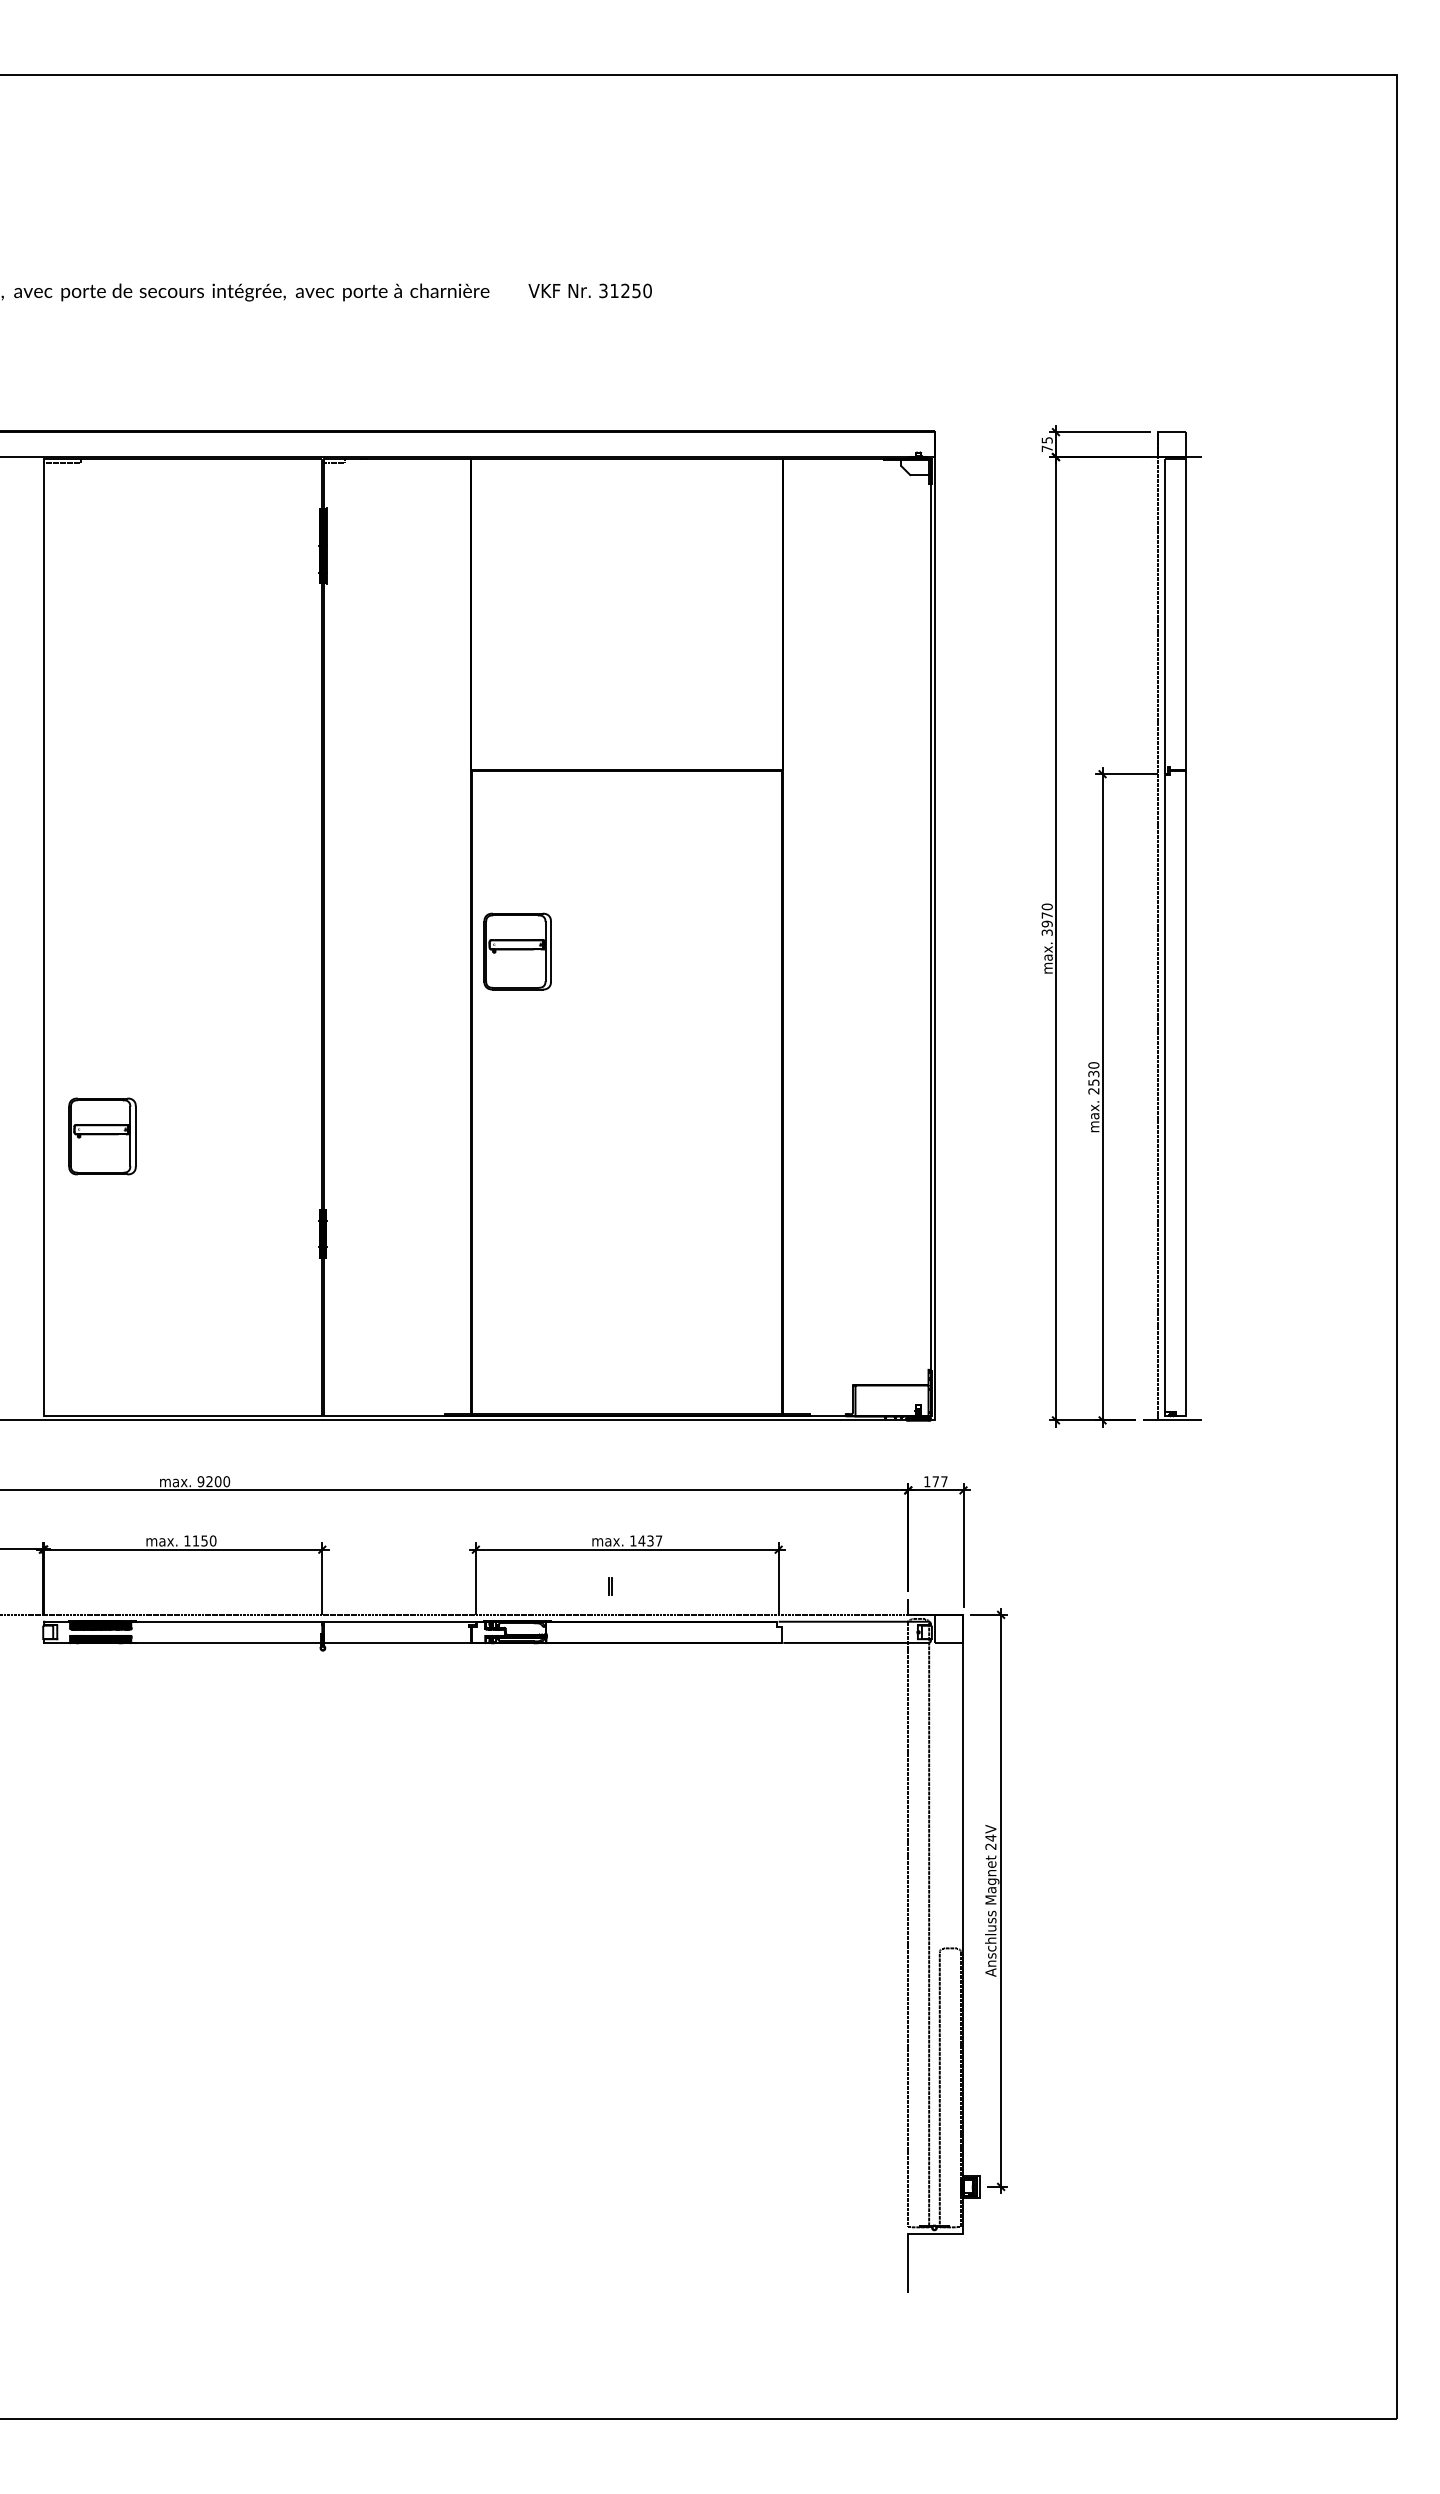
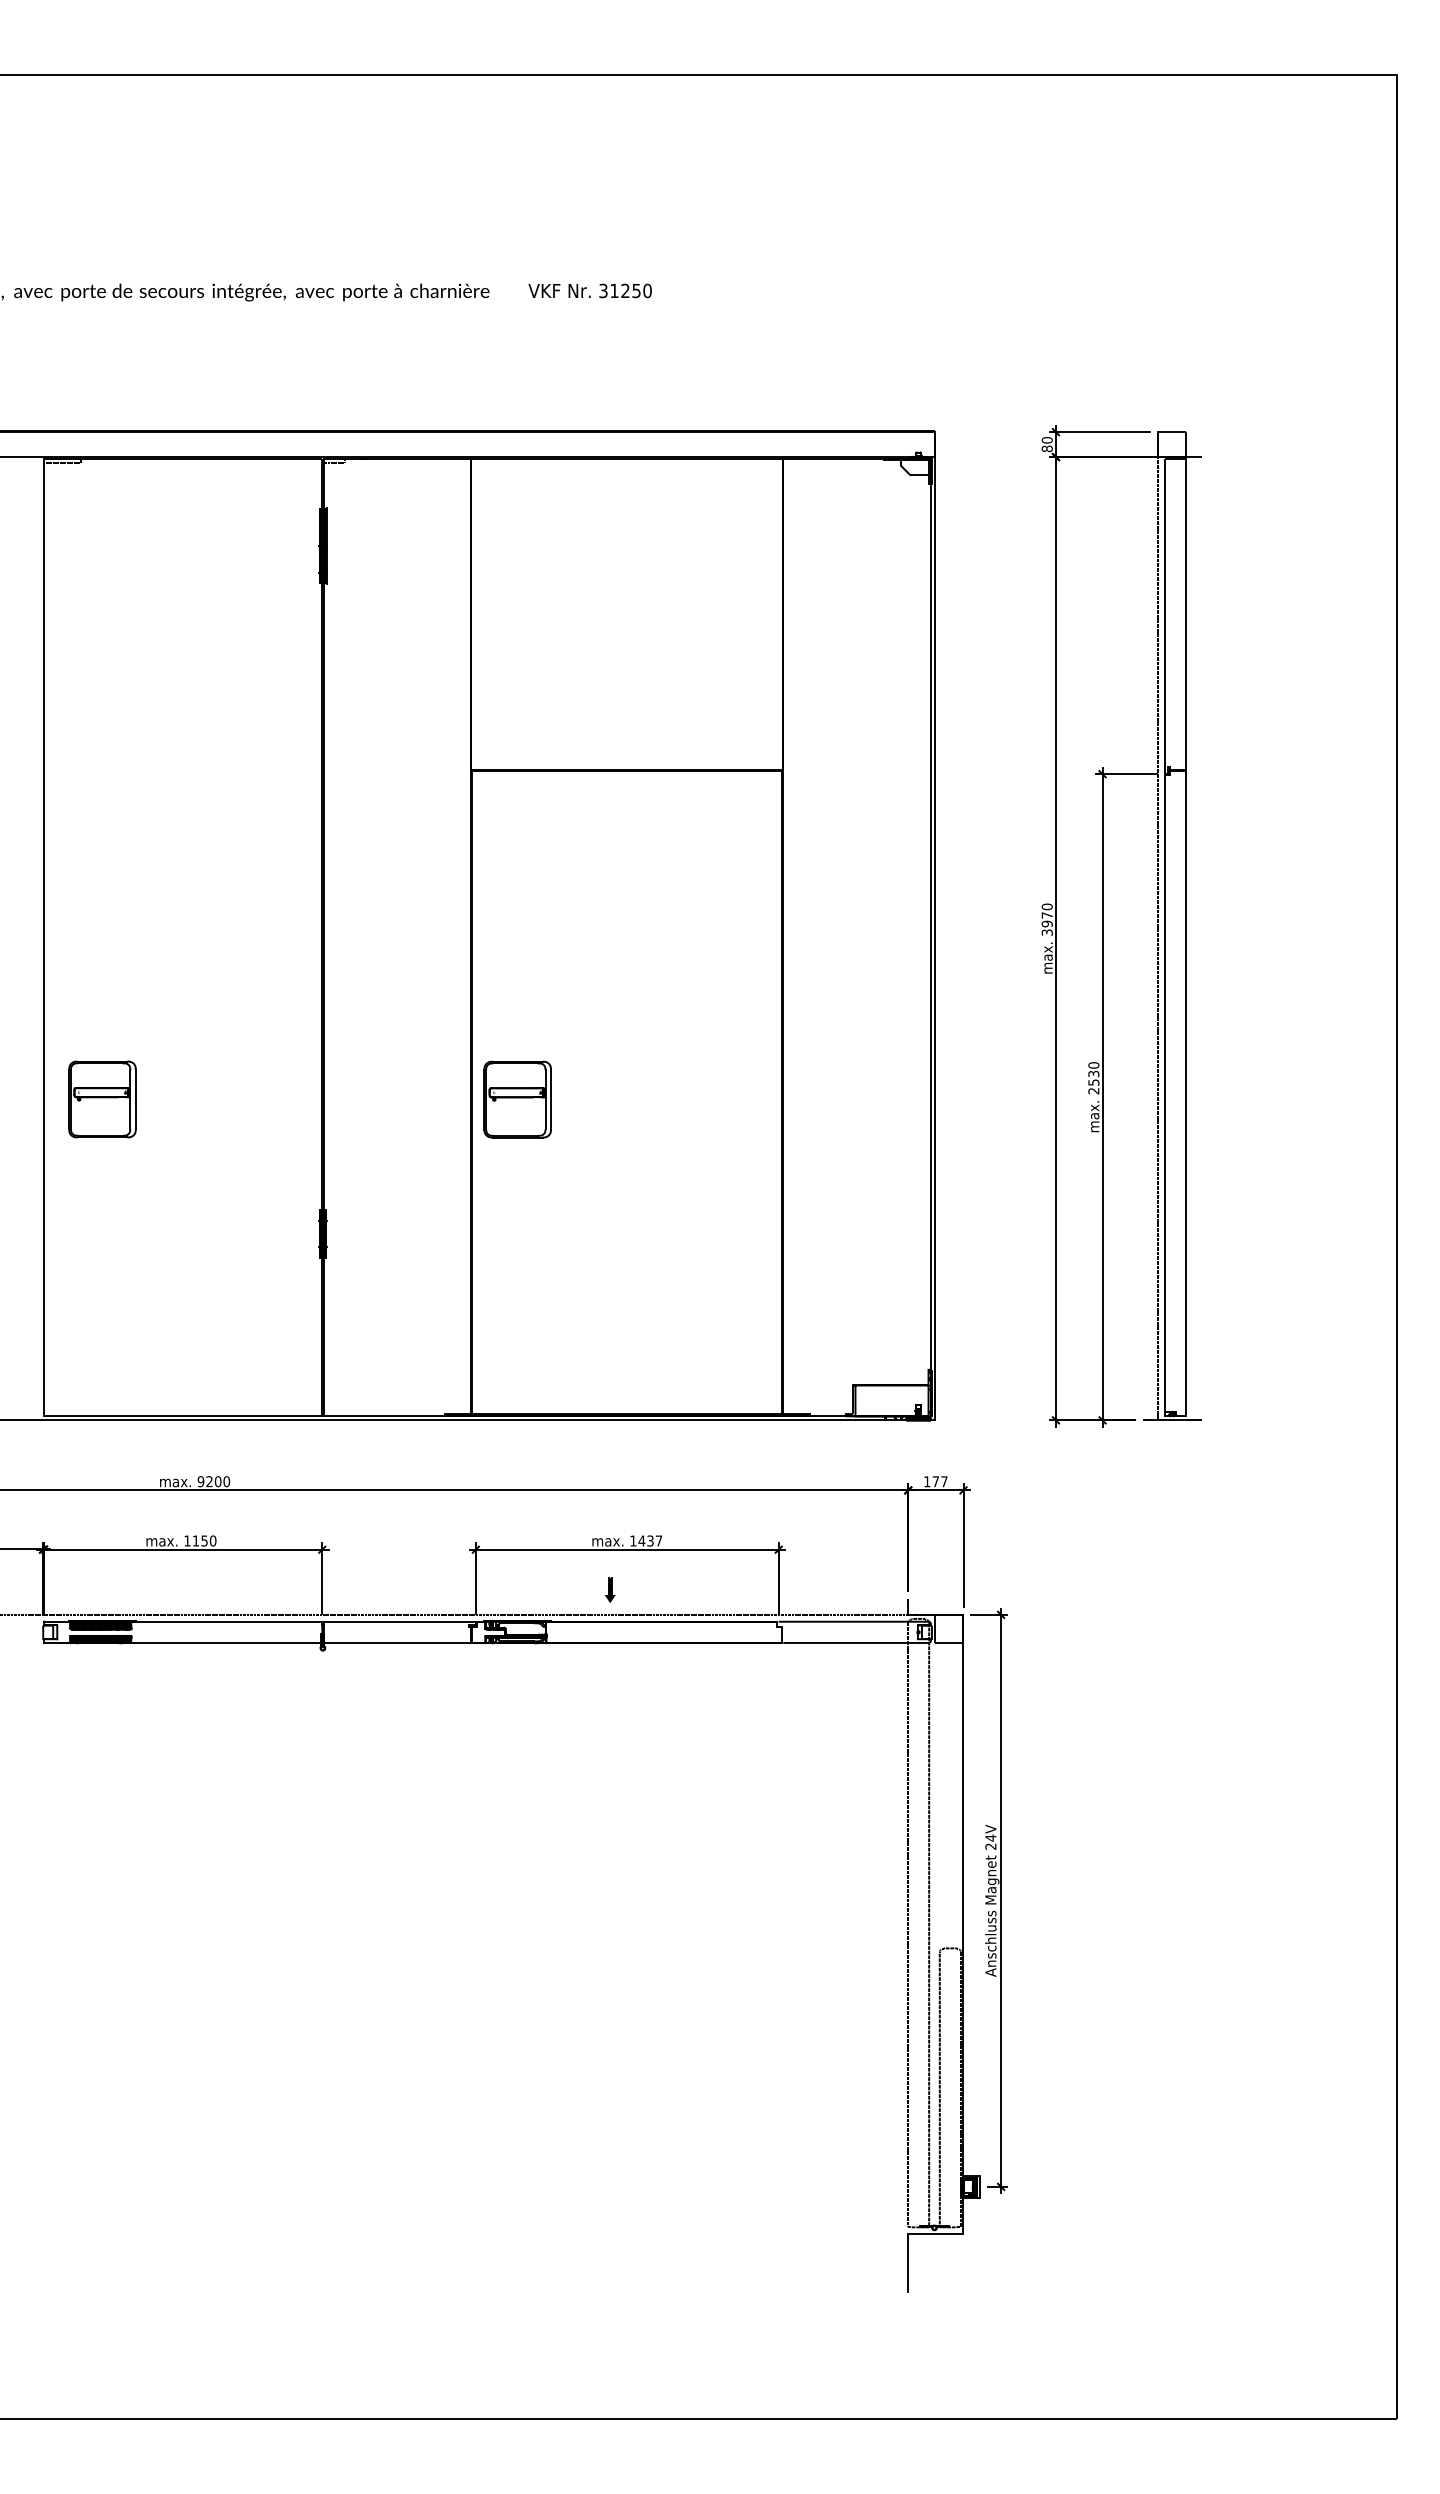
text at (1046, 444): 75 -> 80
part at (517, 951) position: (517, 951) -> (517, 1099)
part at (102, 1136) position: (102, 1136) -> (102, 1099)
fill at (609, 1590): none -> present
